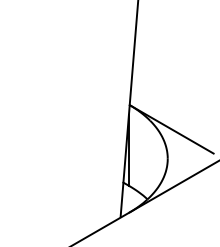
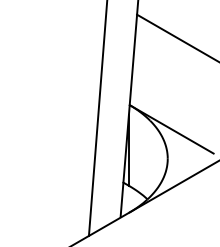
line at (176, 37): none -> present
line at (97, 118): none -> present
